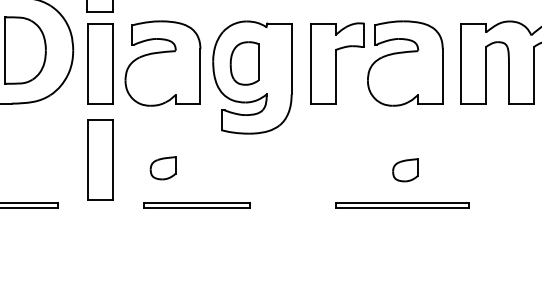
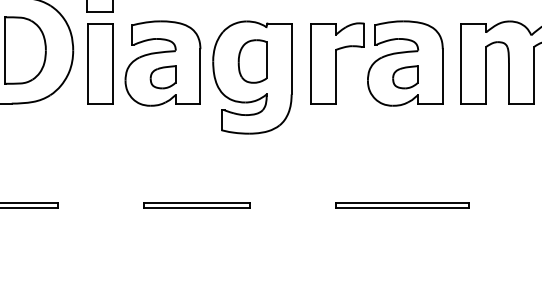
part at (244, 63) position: (244, 63) -> (252, 61)
part at (100, 159): present -> none
part at (162, 168) position: (162, 168) -> (162, 77)
part at (405, 170) position: (405, 170) -> (405, 77)
